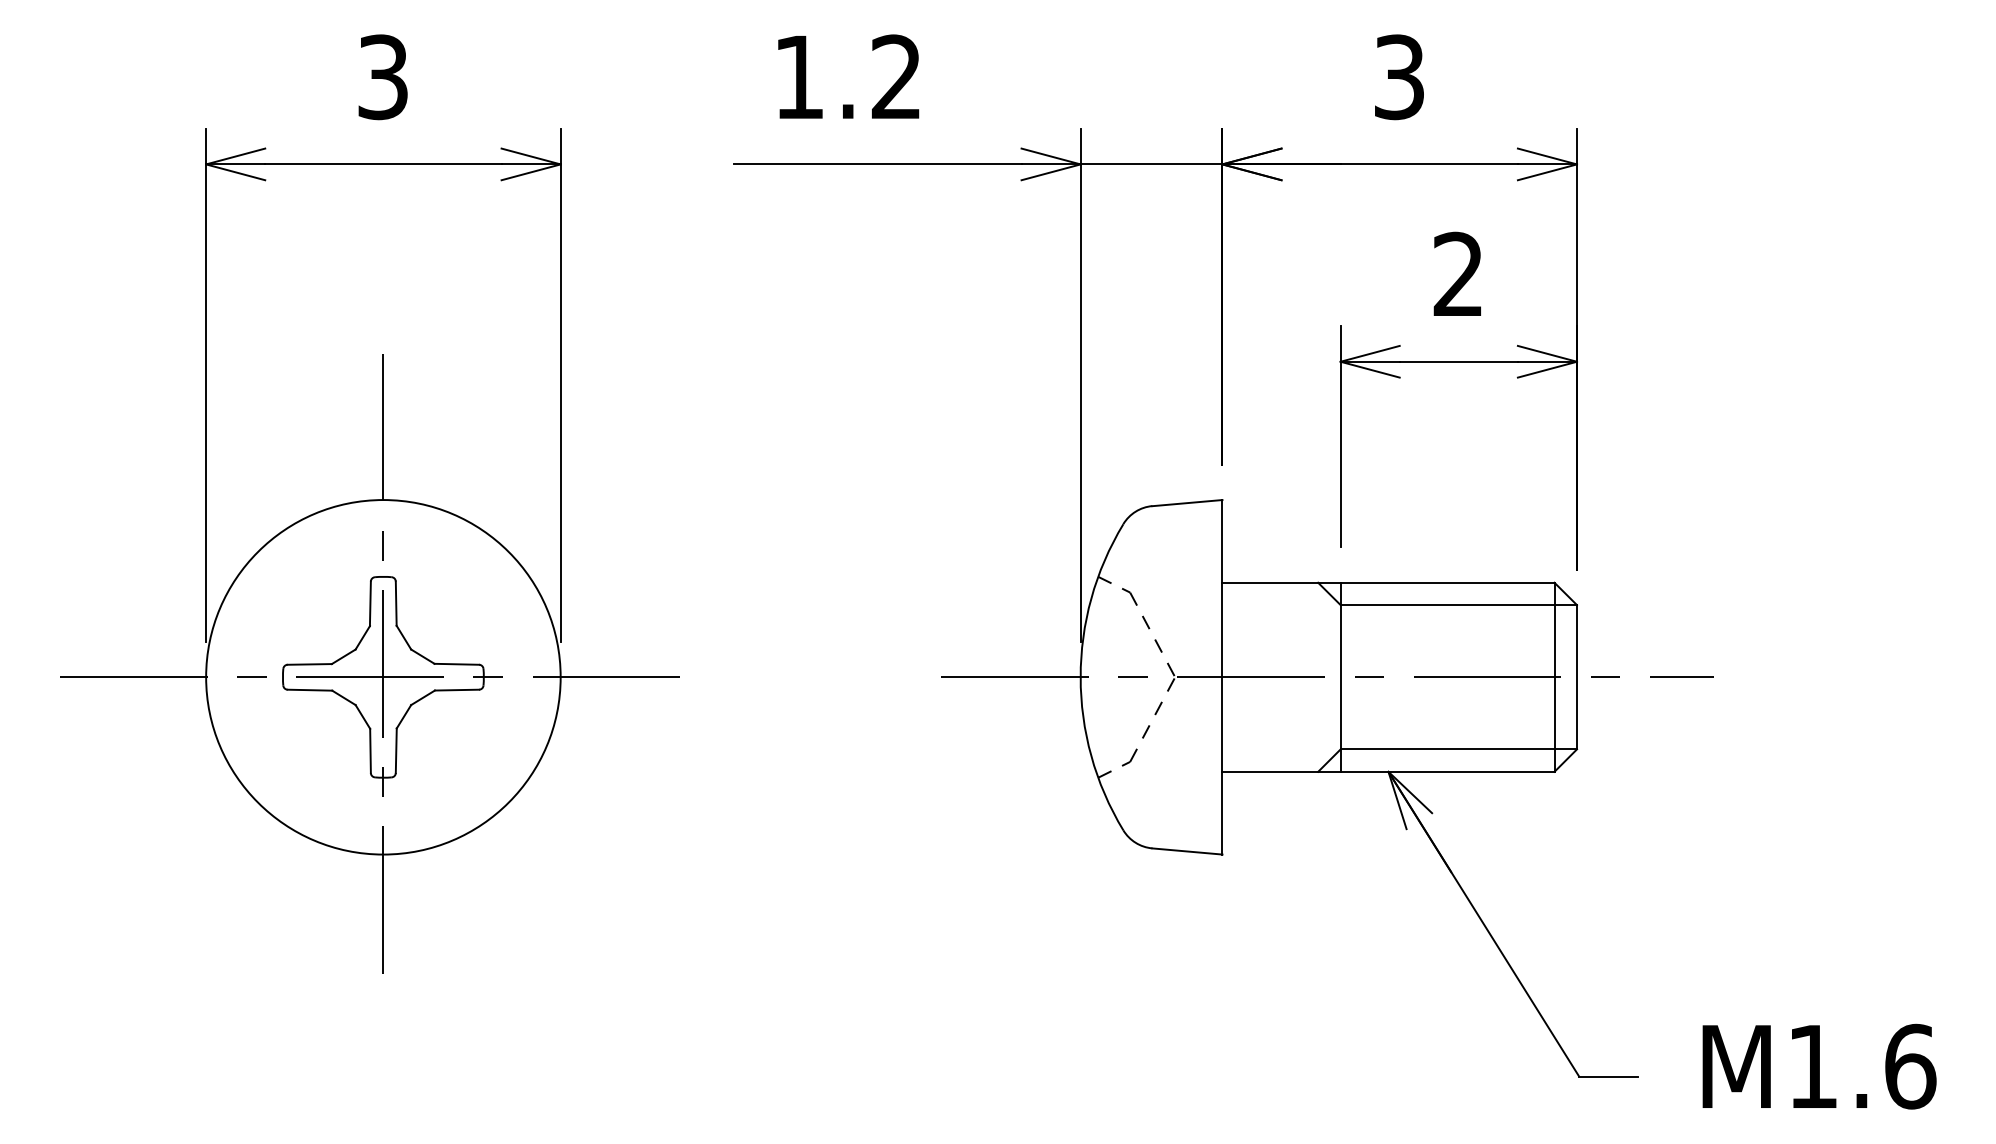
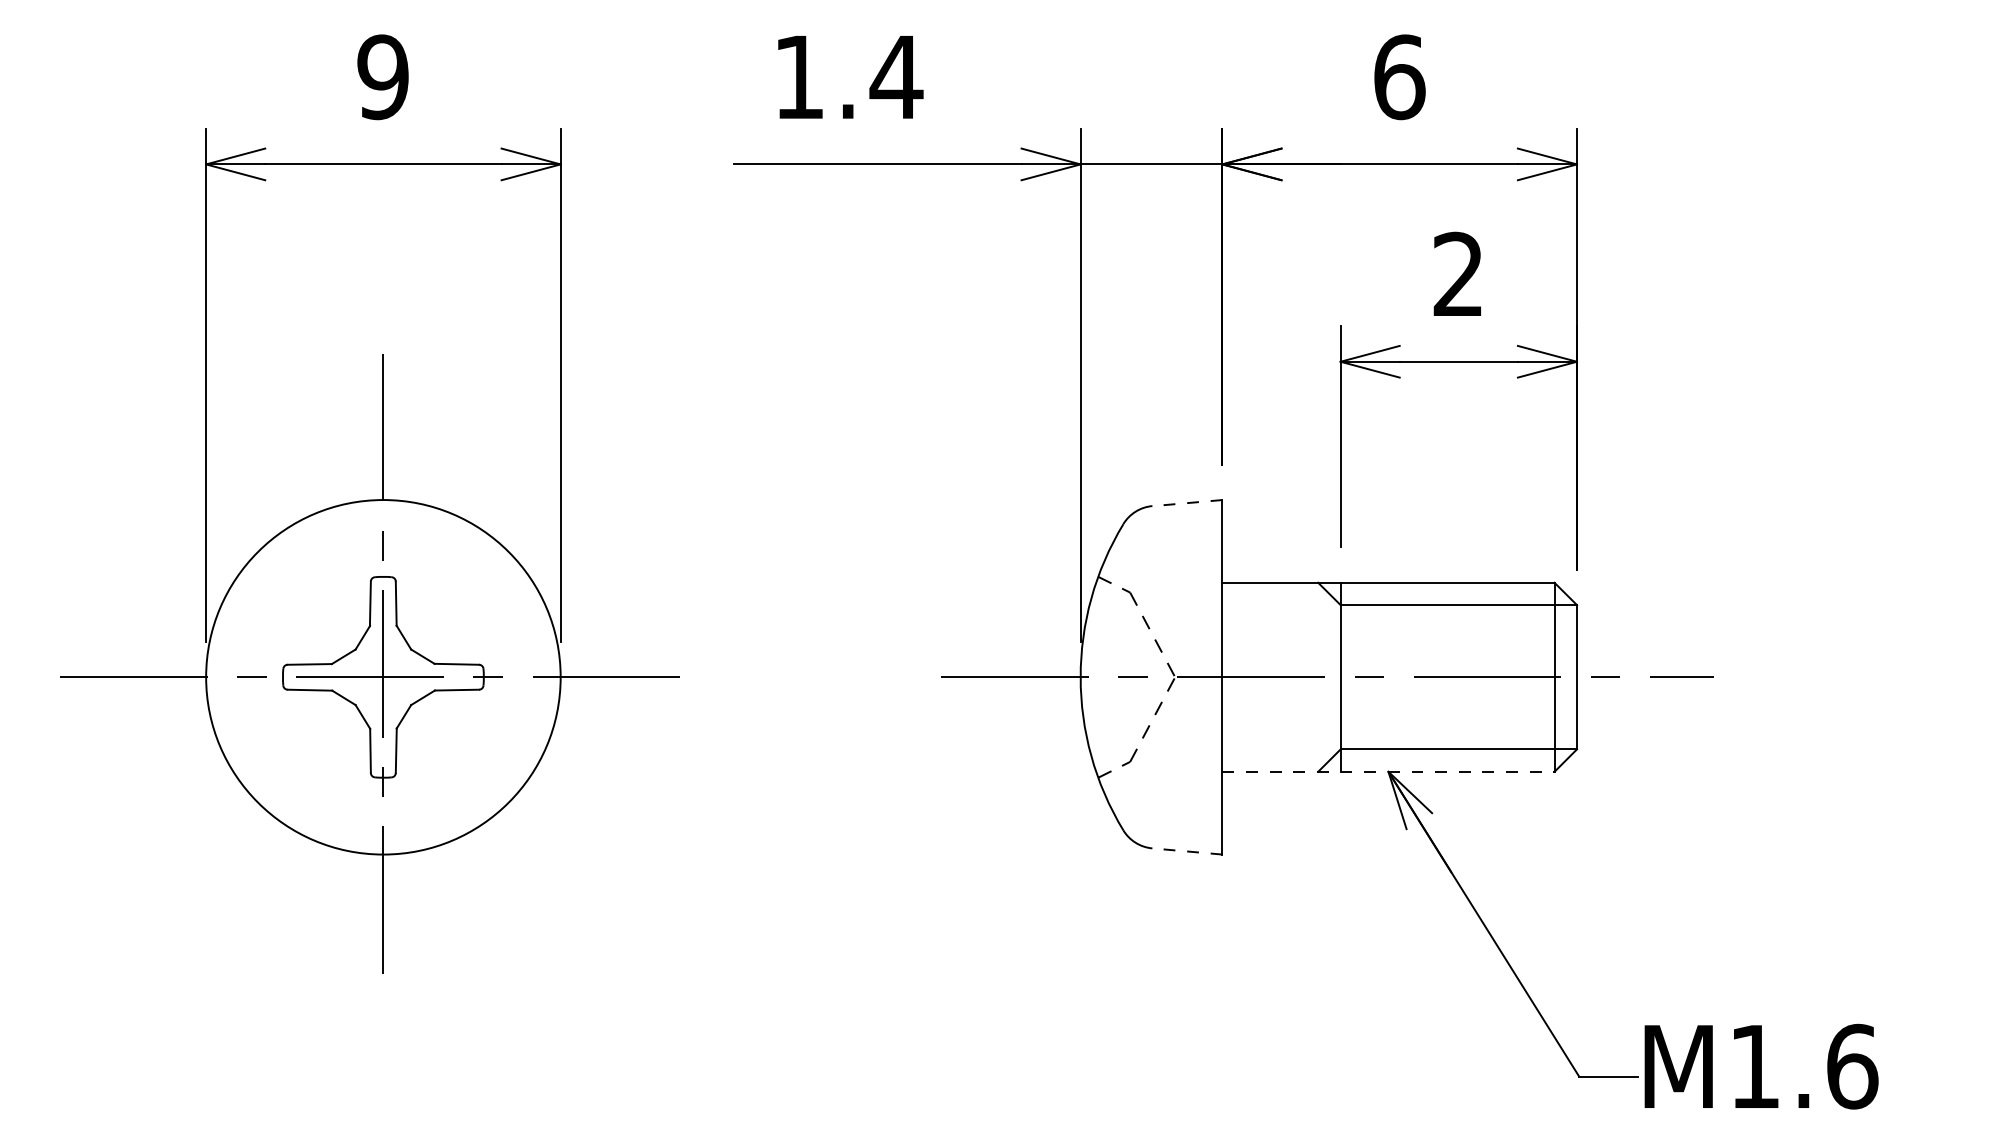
text at (896, 76): 1.2 -> 1.4
text at (382, 77): 3 -> 9
text at (1399, 77): 3 -> 6
line at (1186, 503): solid -> dashed
line at (1389, 771): solid -> dashed
line at (1186, 851): solid -> dashed
text at (1819, 1066) position: (1819, 1066) -> (1761, 1066)
